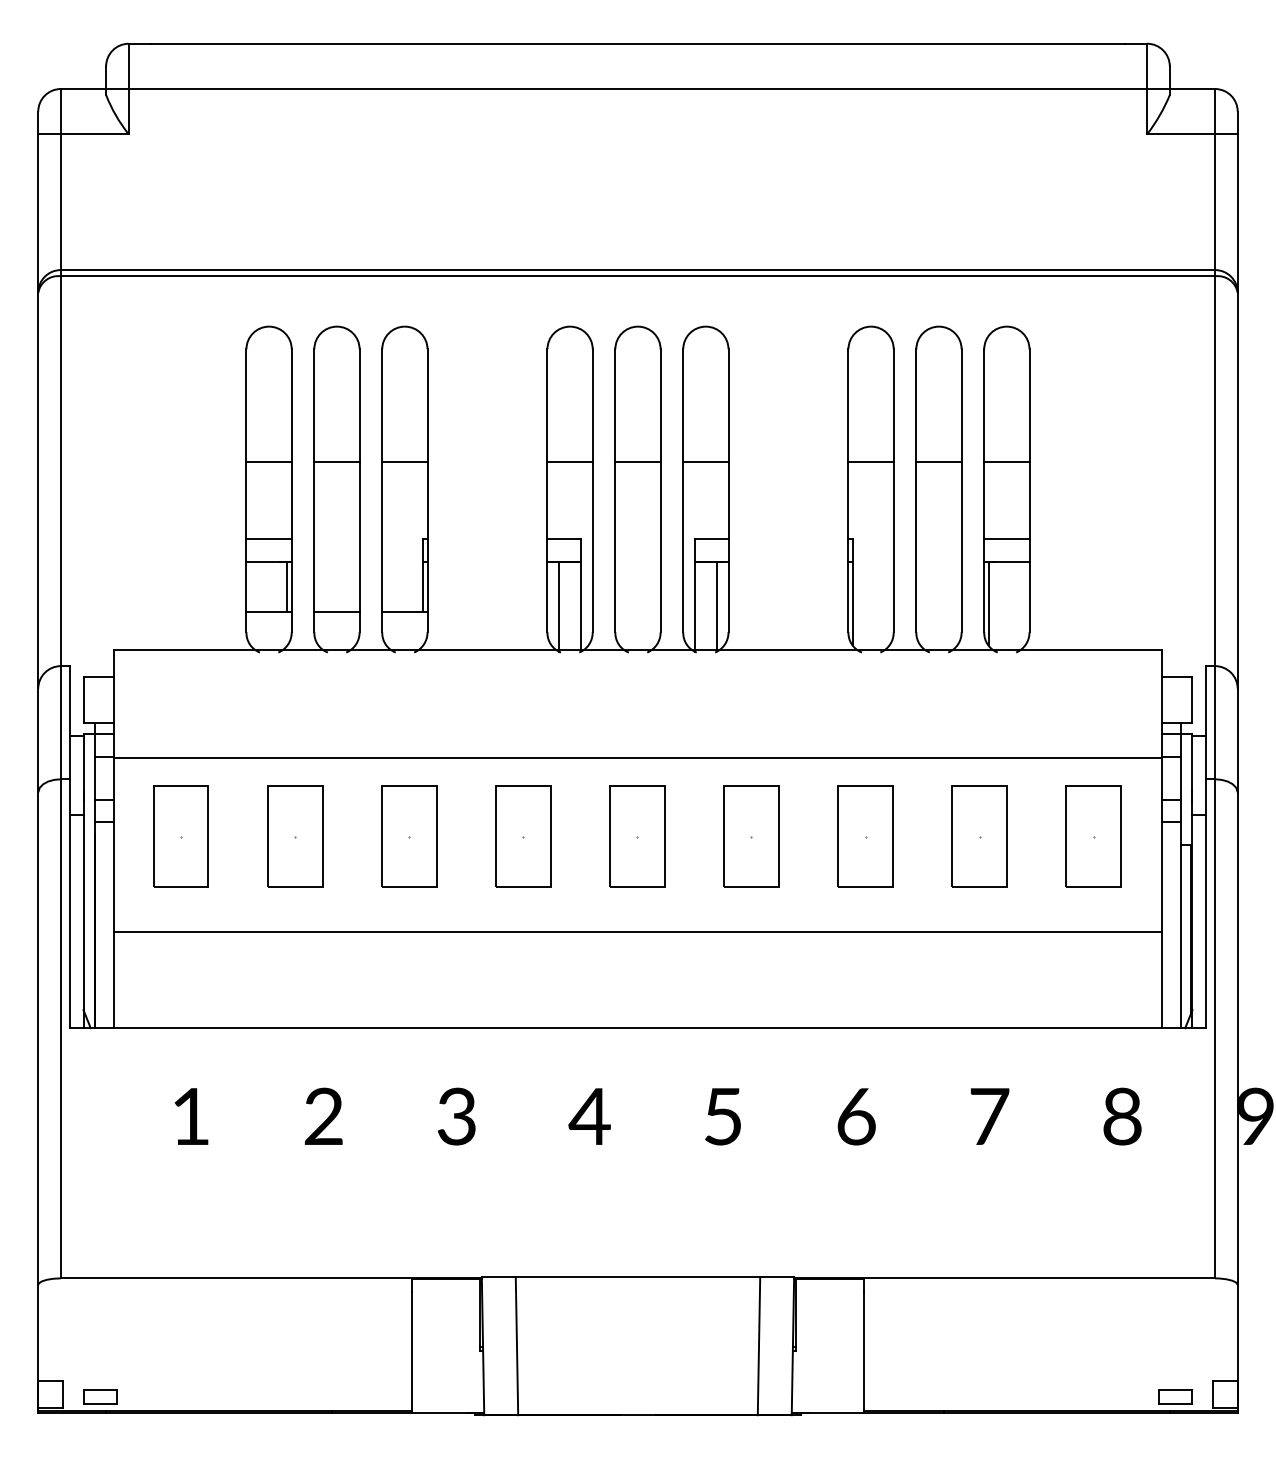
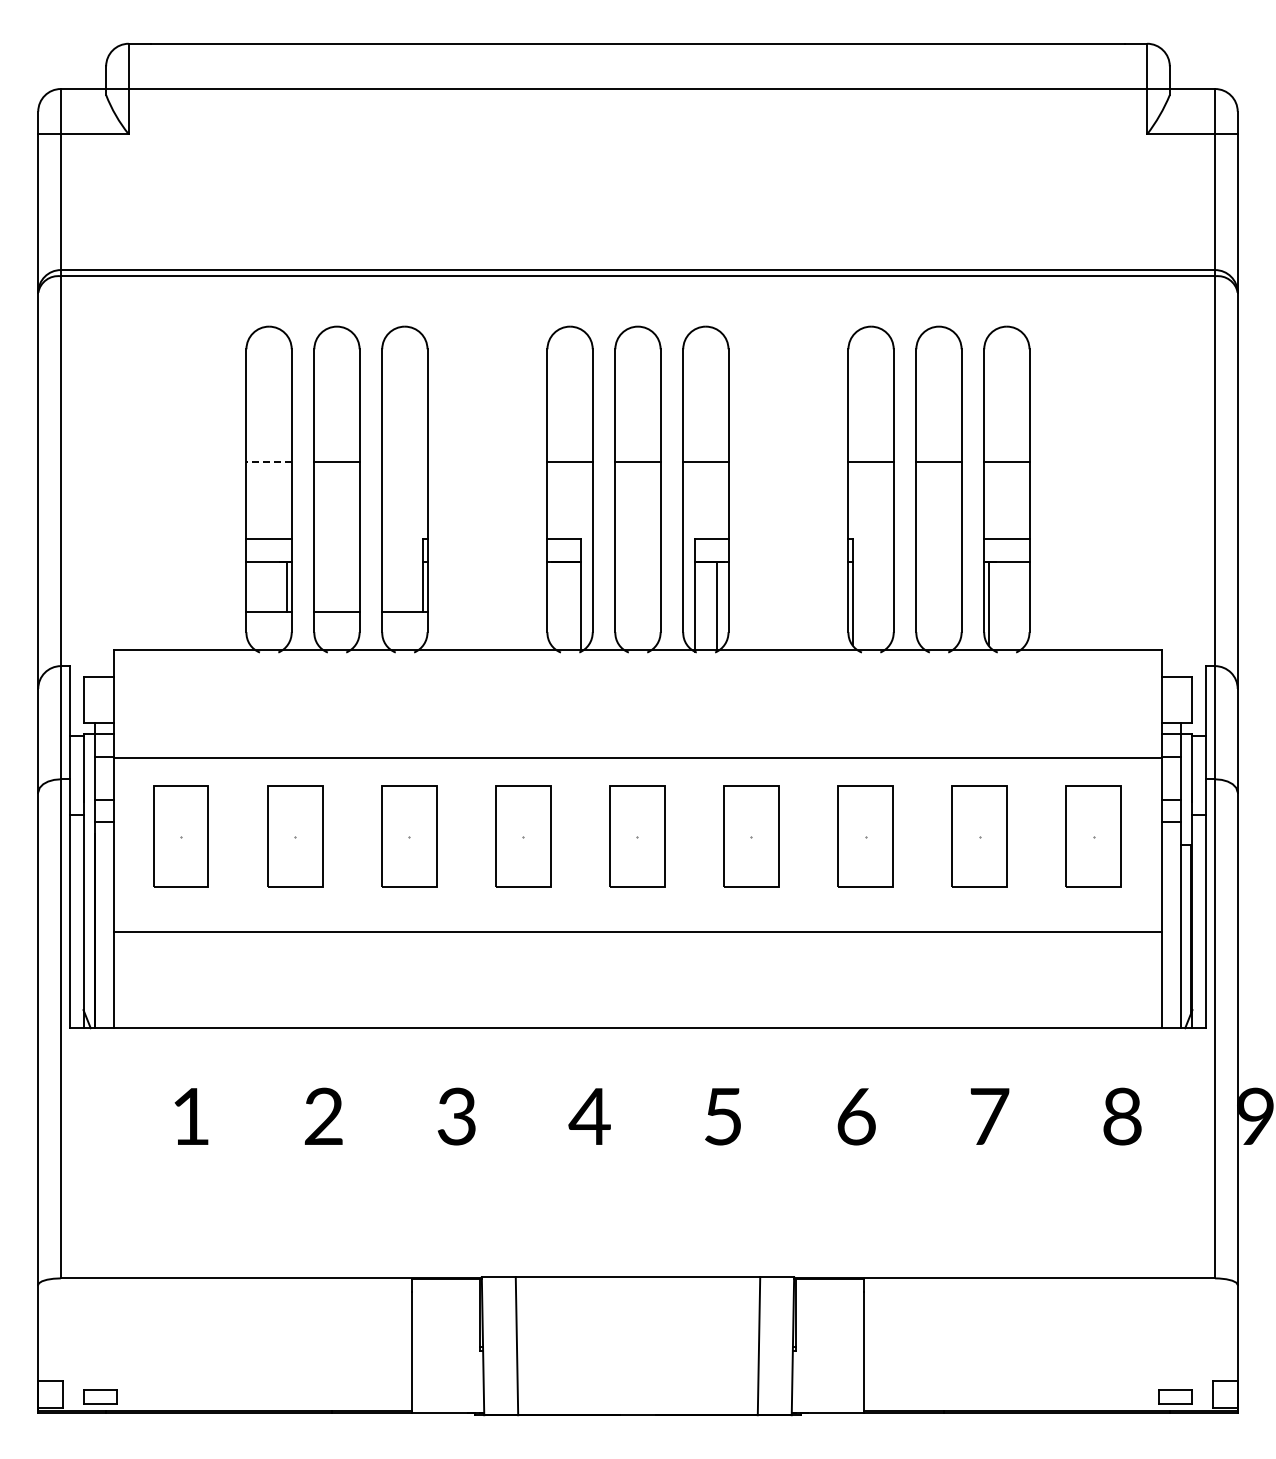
line at (269, 462): solid -> dashed
line at (404, 462): present -> none
line at (558, 606): present -> none
